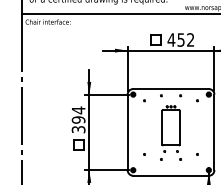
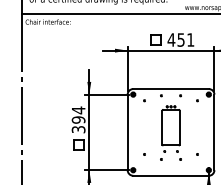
text at (190, 39): 452 -> 451
